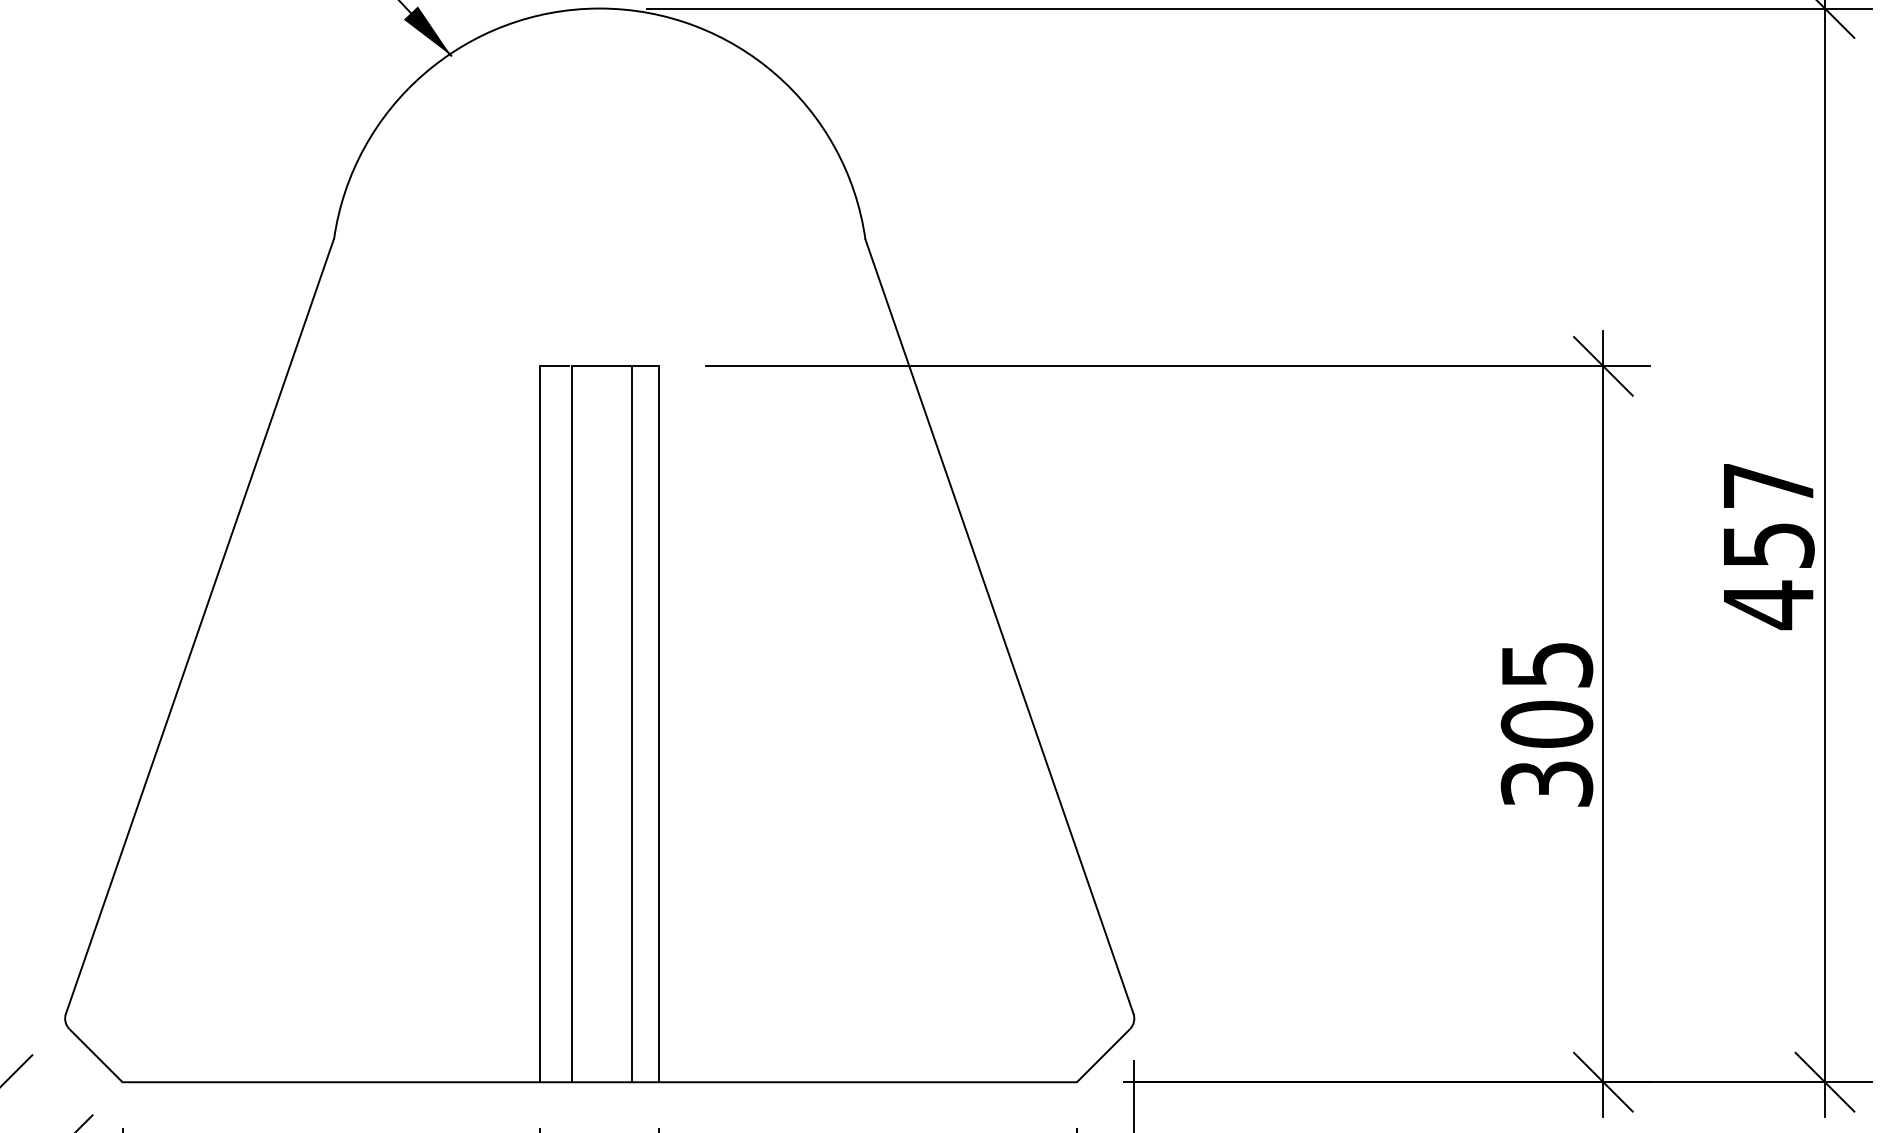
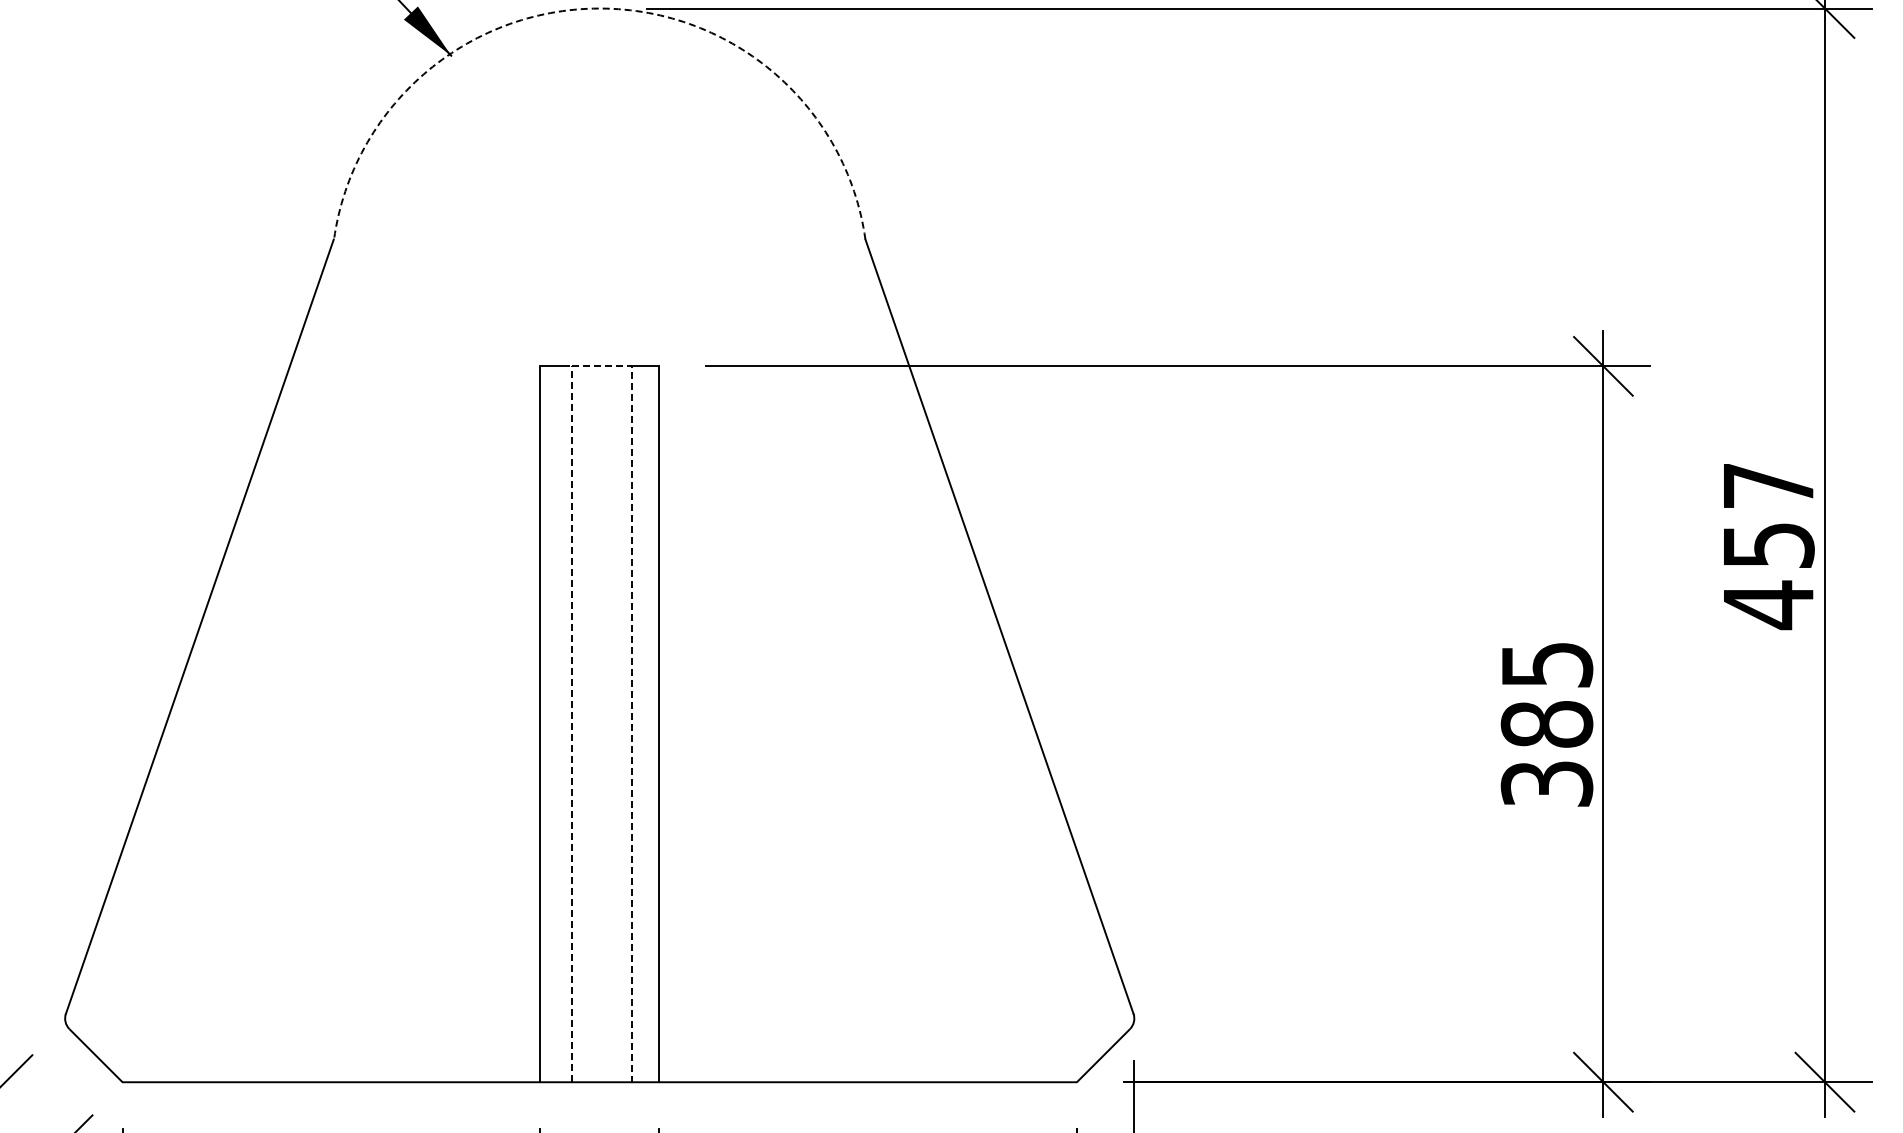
arc at (599, 8): solid -> dashed
line at (602, 366): solid -> dashed
text at (1547, 723): 305 -> 385
